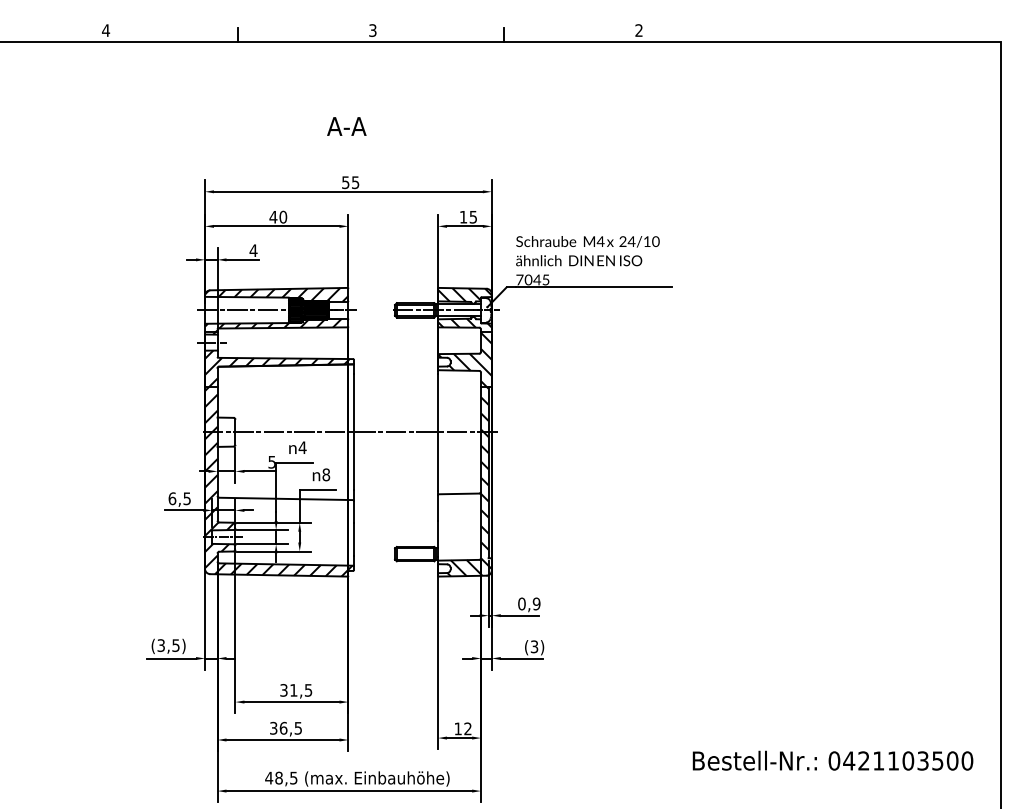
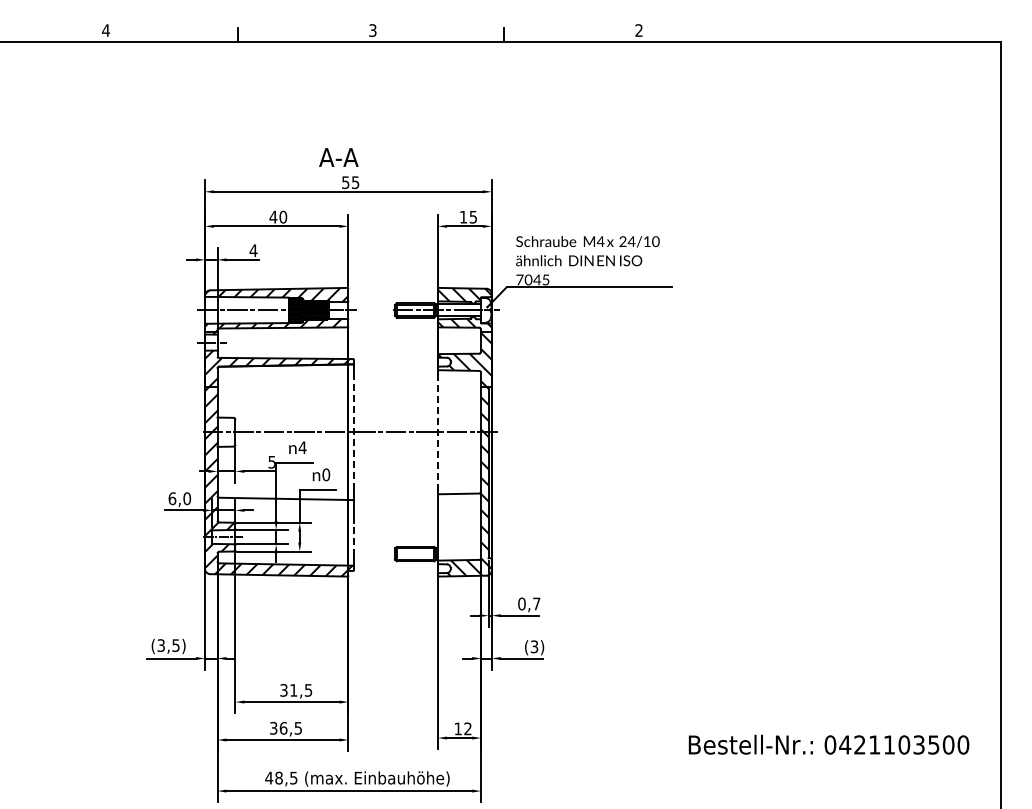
text at (346, 126) position: (346, 126) -> (338, 157)
line at (353, 432): solid -> dashed
line at (438, 432): solid -> dashed
text at (326, 474): 8 -> 0
text at (187, 498): 6,5 -> 6,0
line at (353, 539): solid -> dashed
text at (536, 603): 0,9 -> 0,7
text at (832, 760) position: (832, 760) -> (828, 744)
